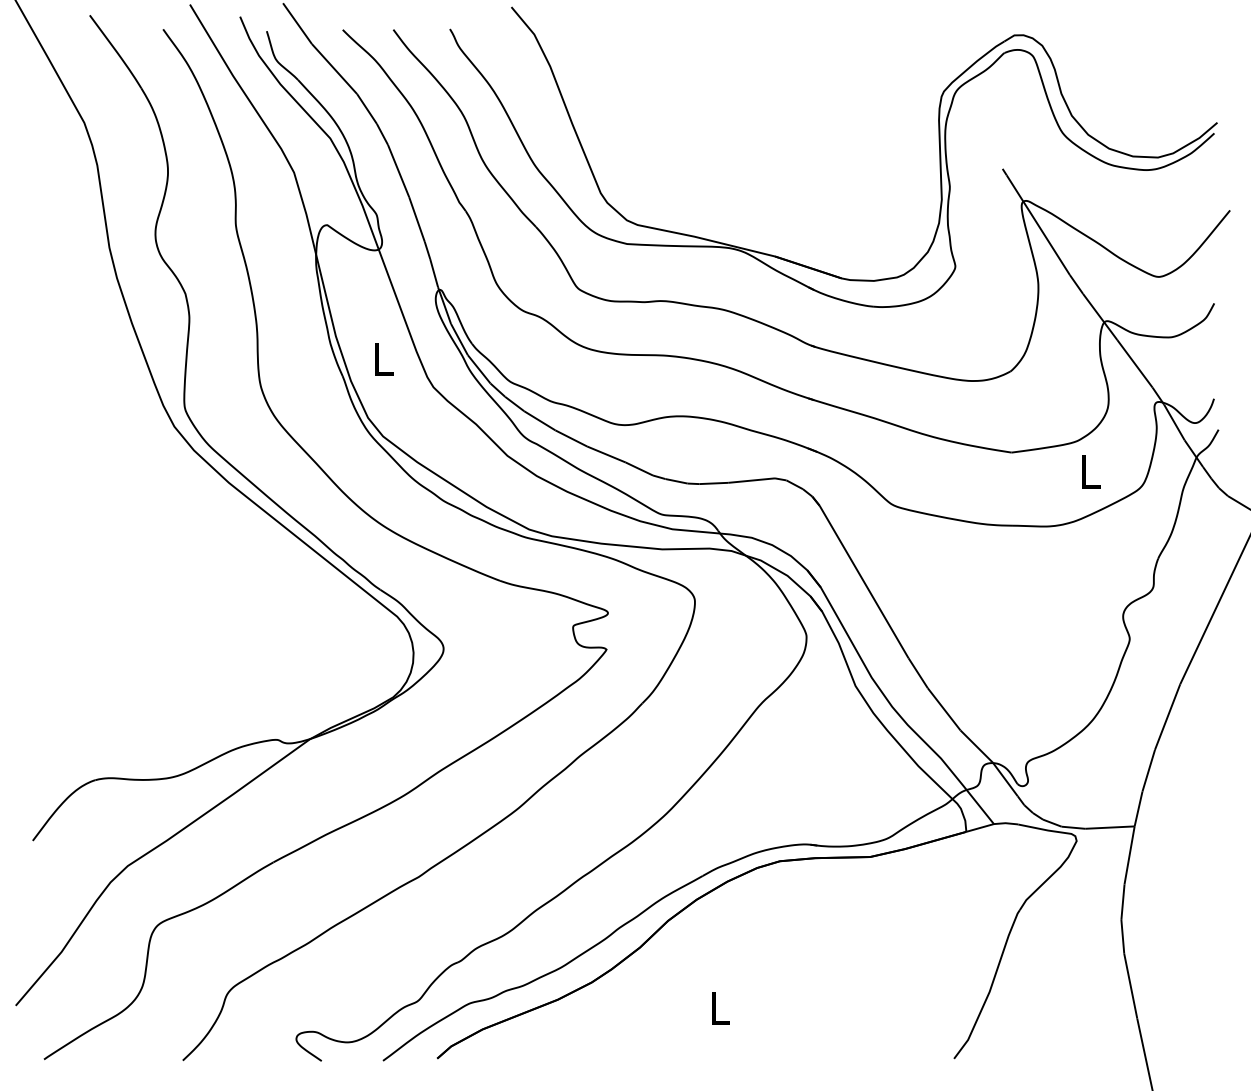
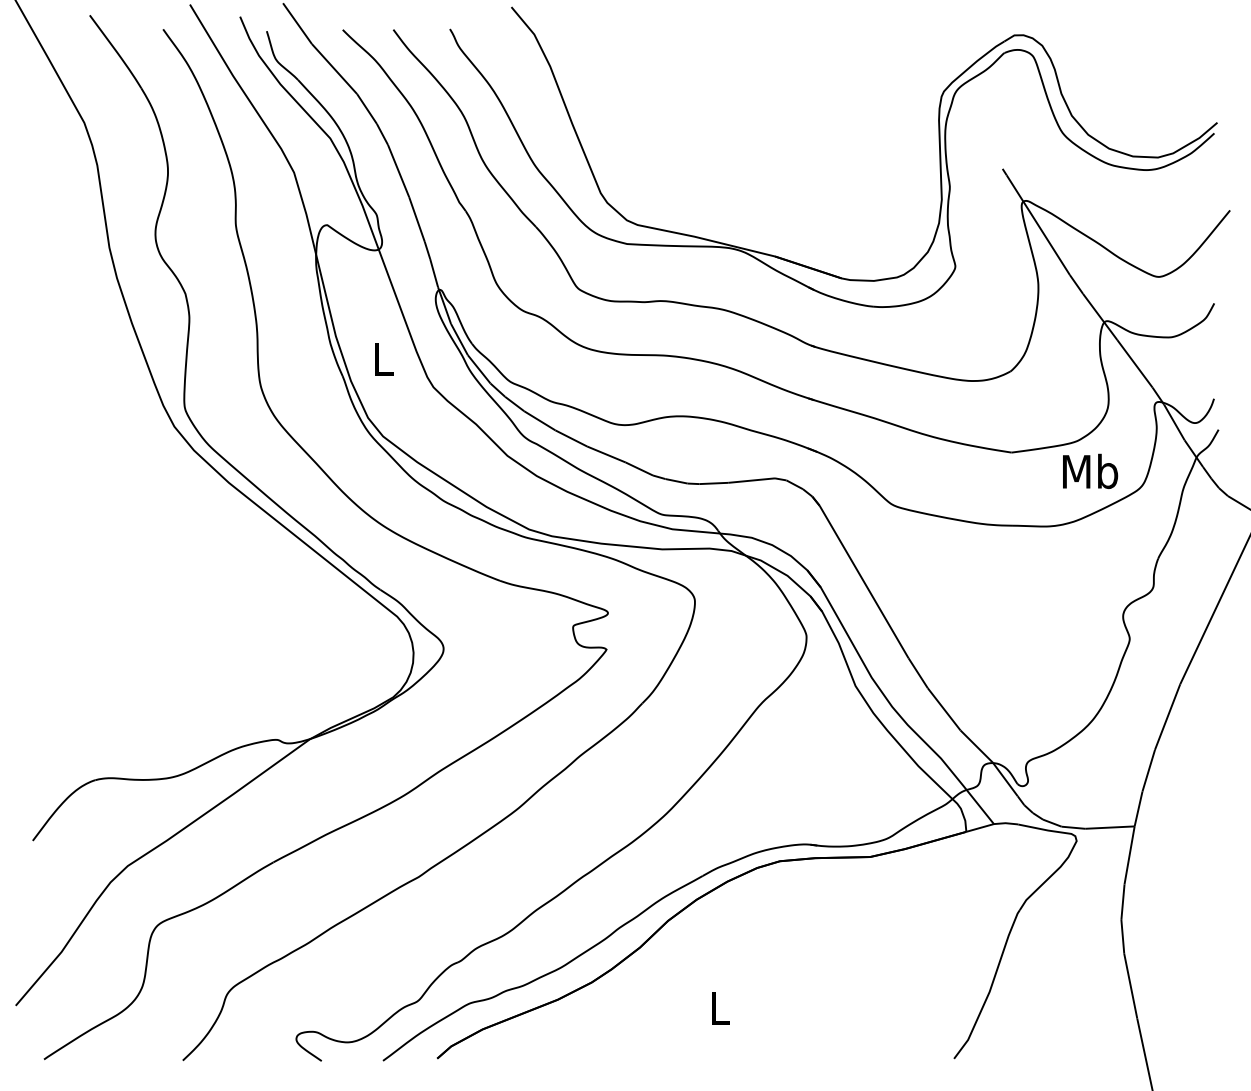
text at (1090, 471): L -> Mb
